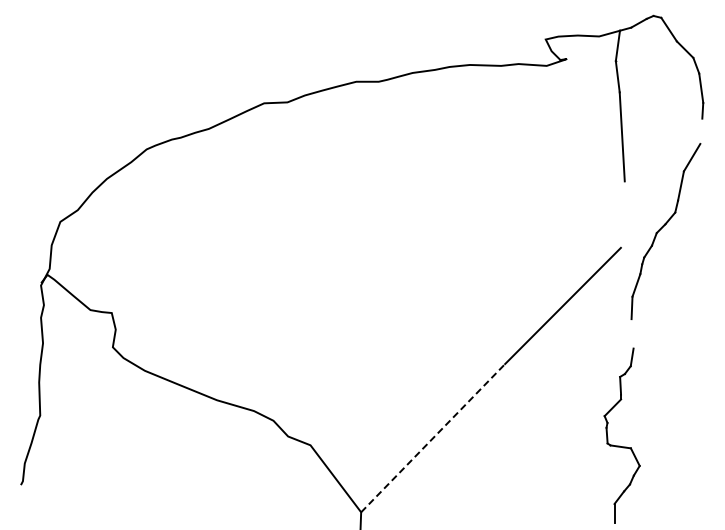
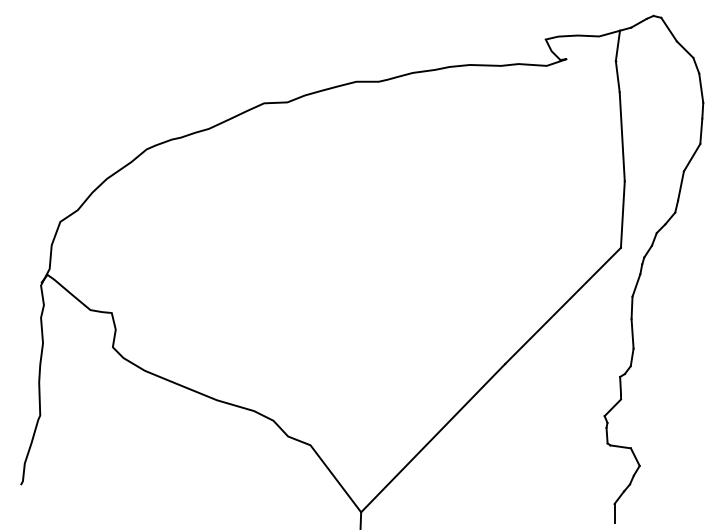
line at (701, 130): none -> present
line at (622, 214): none -> present
line at (632, 333): none -> present
line at (433, 437): dashed -> solid
